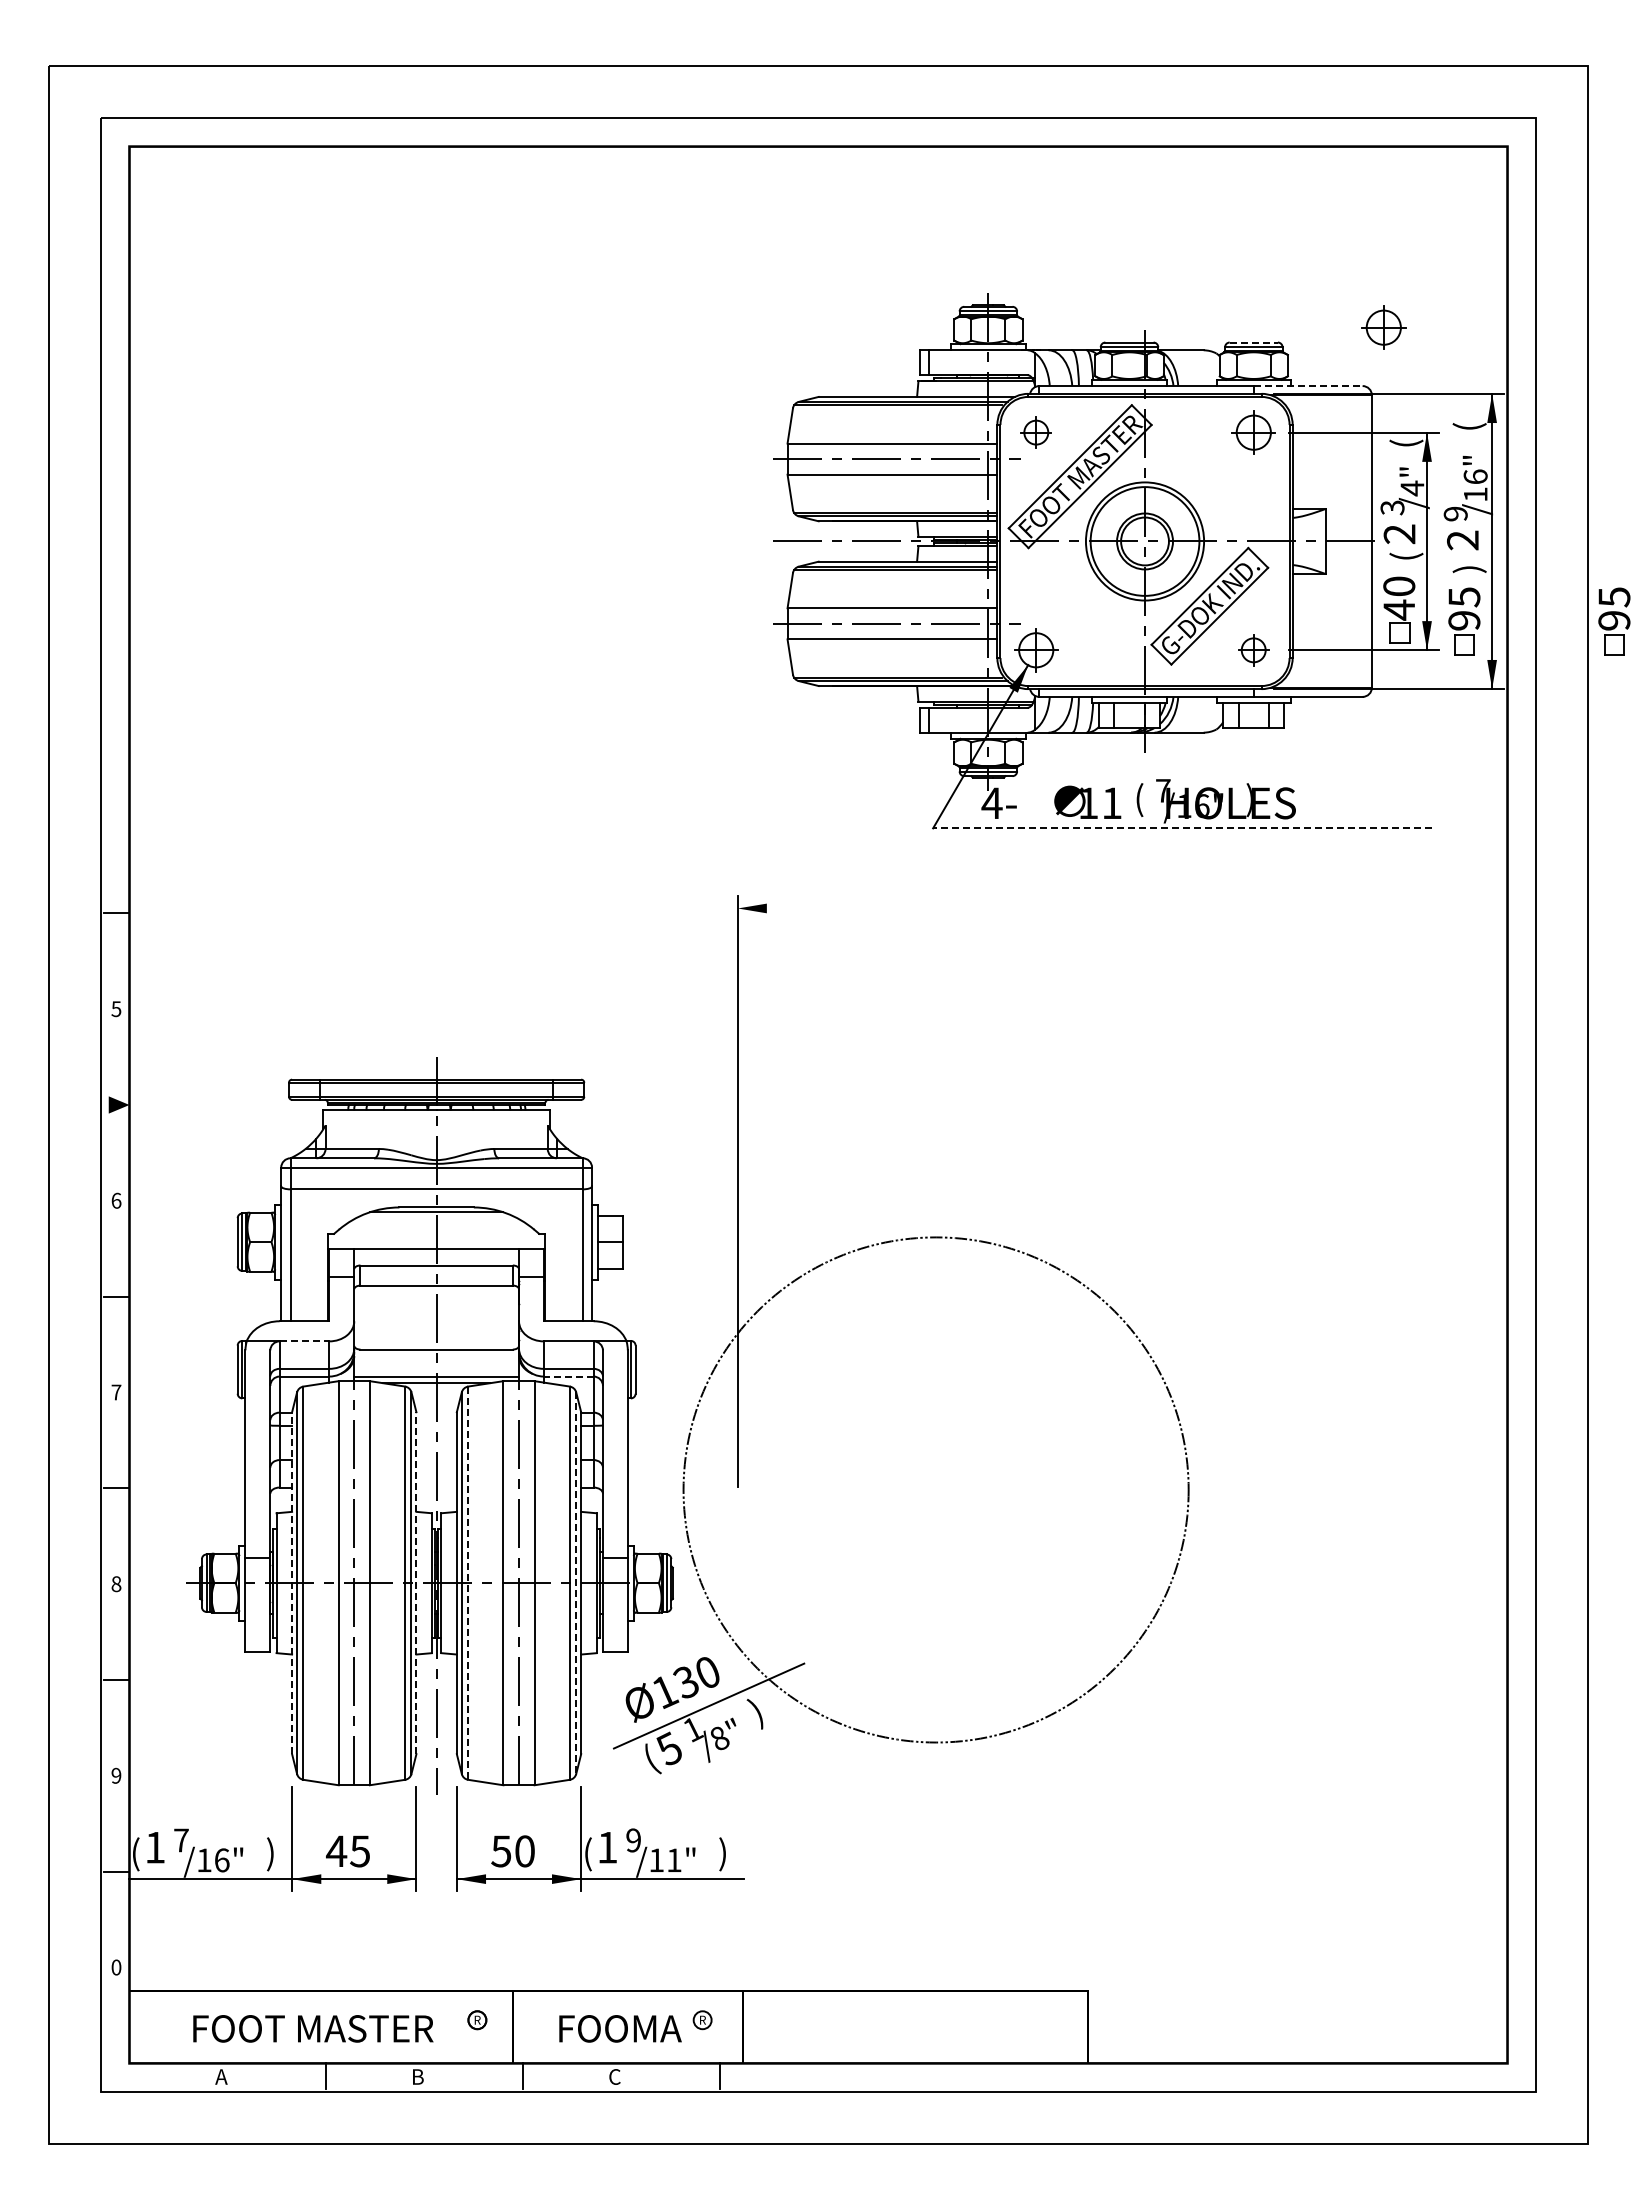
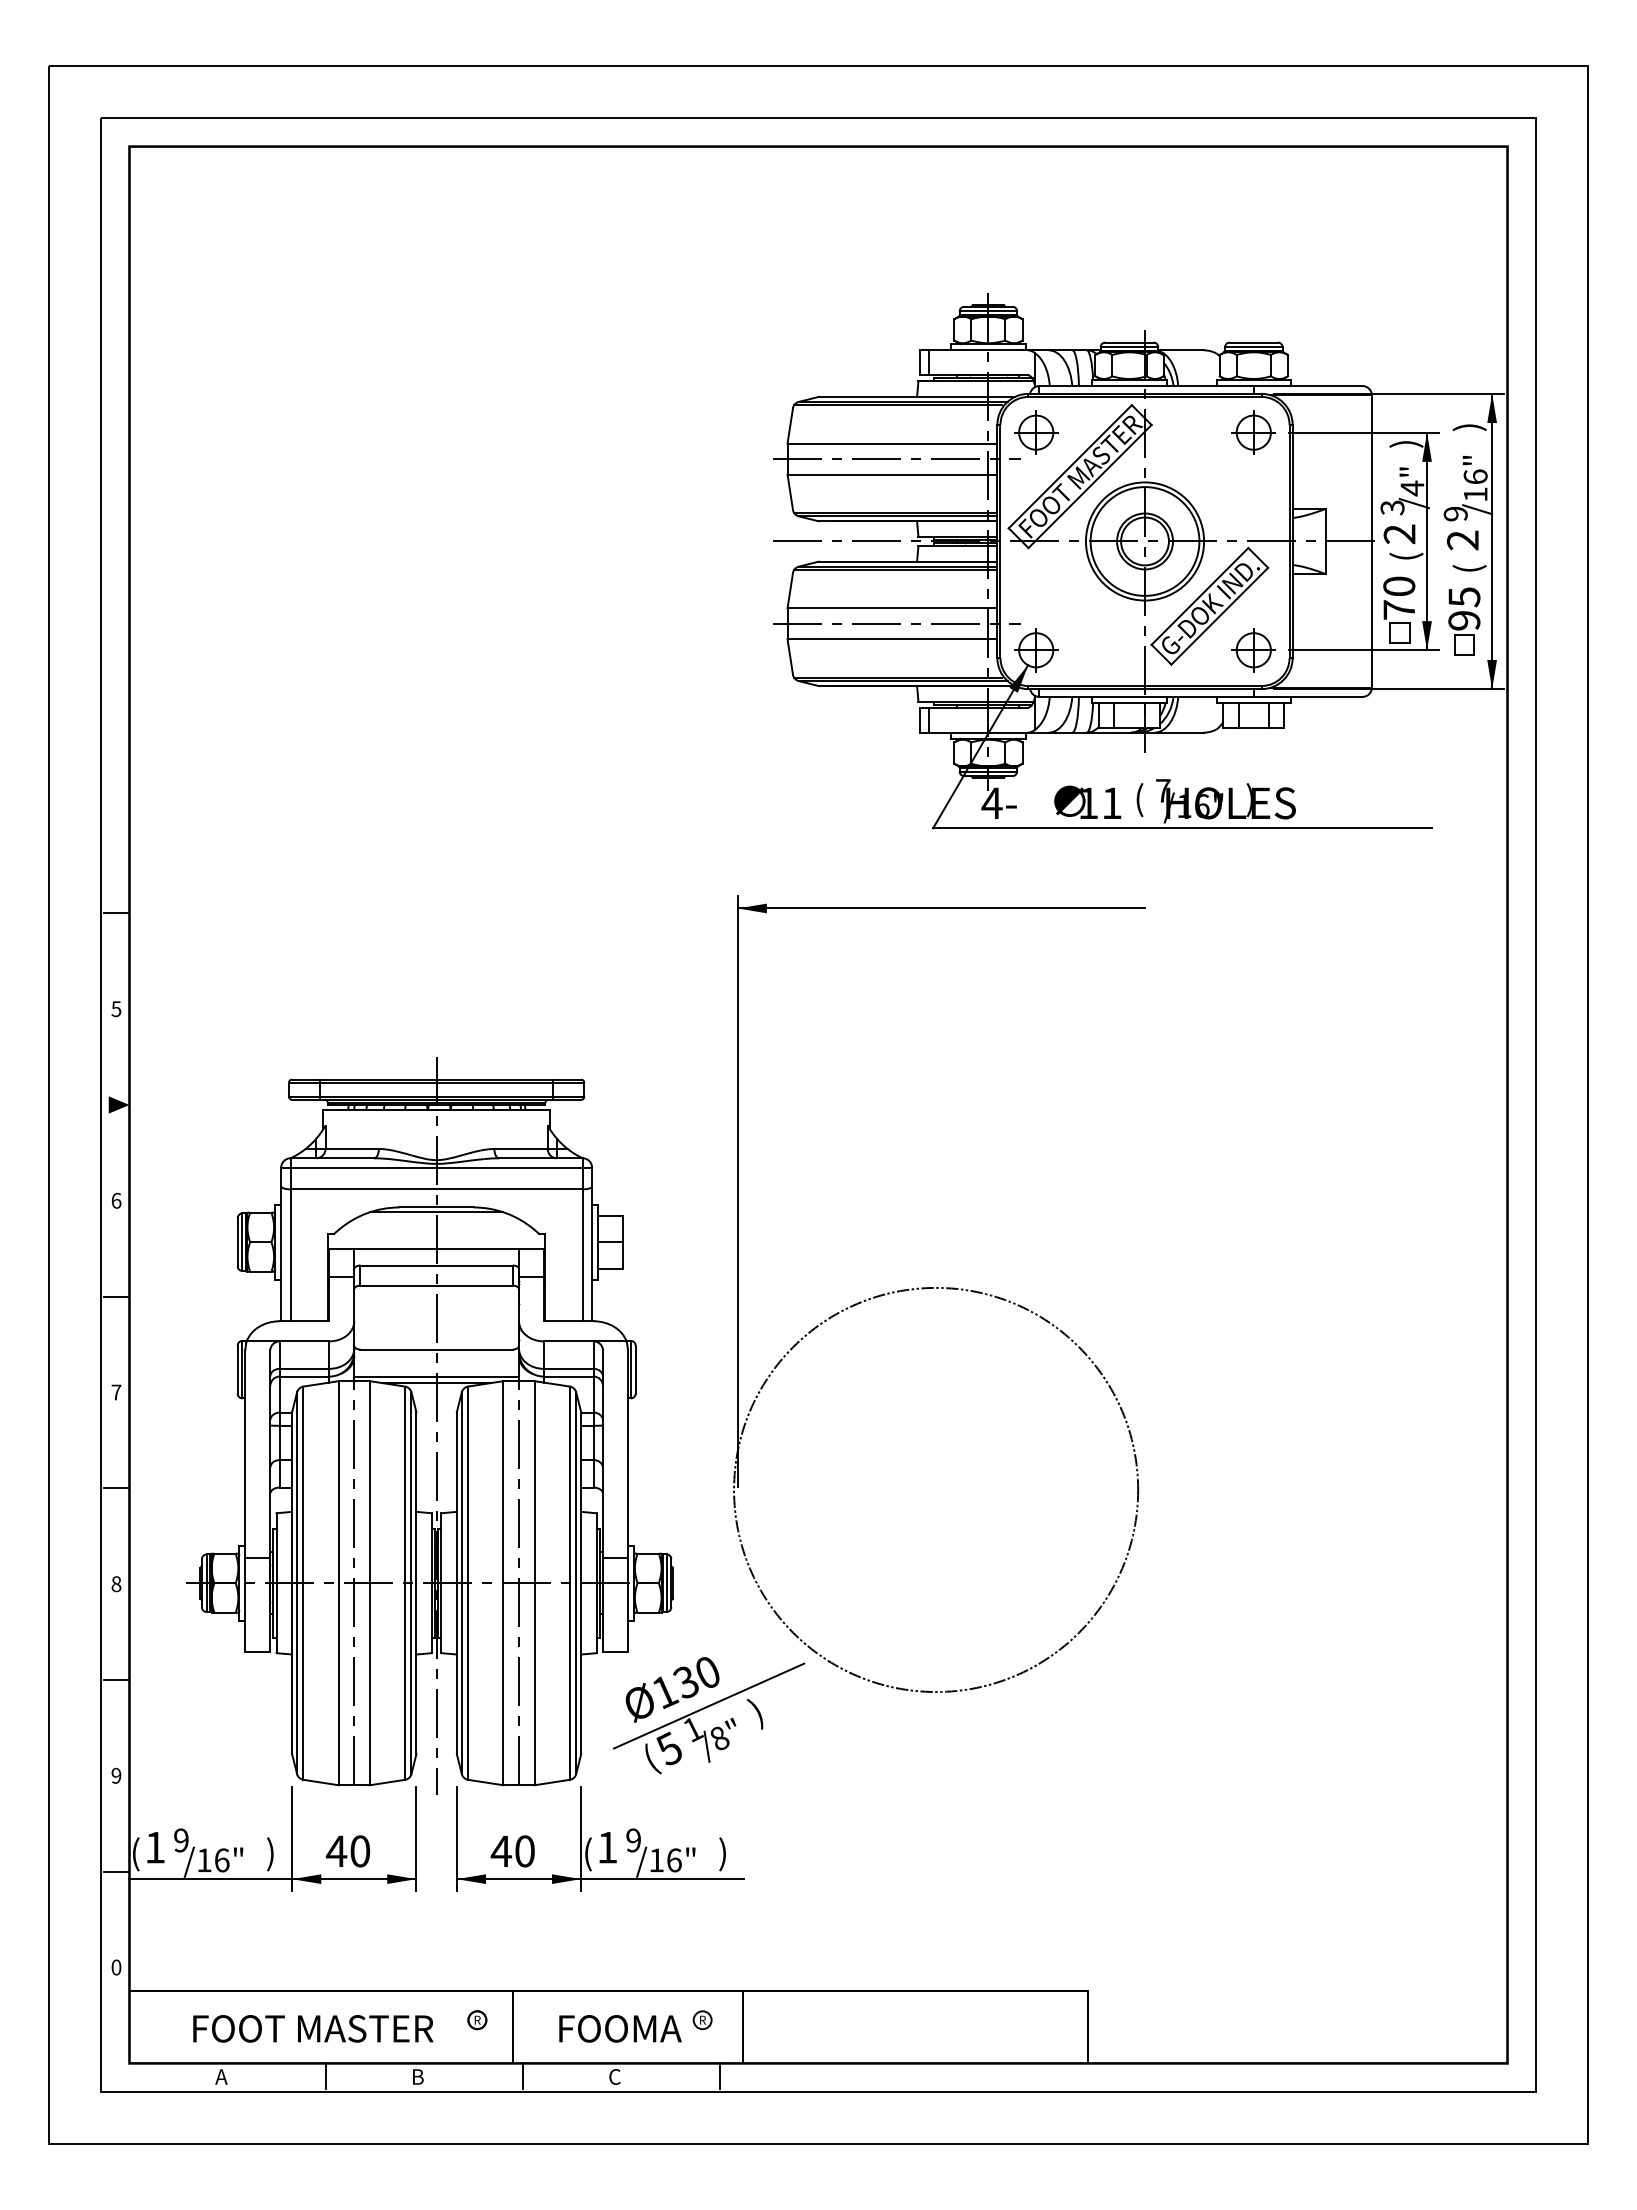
part at (1383, 327): present -> none
line at (1254, 342): dashed -> solid
line at (1308, 386): dashed -> solid
text at (1469, 427): ( -> )
part at (1035, 432) size: 32x33 px -> 45x45 px
text at (1406, 443): ( -> )
text at (1469, 569): ) -> (
text at (1398, 609): 40 -> 70
part at (1614, 621): present -> none
part at (1253, 650) size: 32x33 px -> 45x45 px
line at (1181, 828): dashed -> solid
line at (941, 908): none -> present
line at (304, 1341): dashed -> solid
line at (568, 1376): dashed -> solid
circle at (935, 1489) diameter: 505 px -> 404 px
line at (292, 1583): dashed -> solid
line at (416, 1583): dashed -> solid
line at (468, 1583): dashed -> solid
line at (576, 1583): dashed -> solid
text at (181, 1840): 7 -> 9
text at (360, 1851): 45 -> 40
text at (500, 1851): 50 -> 40
text at (674, 1860): /11" -> /16"
